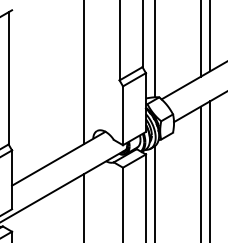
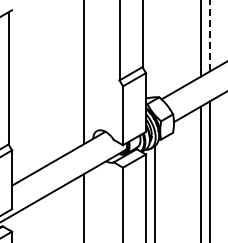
line at (210, 35): solid -> dashed
line at (155, 49): present -> none
